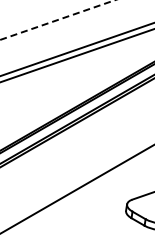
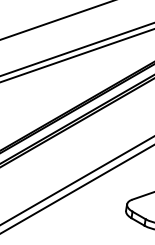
line at (58, 19): dashed -> solid
line at (76, 181): none -> present
